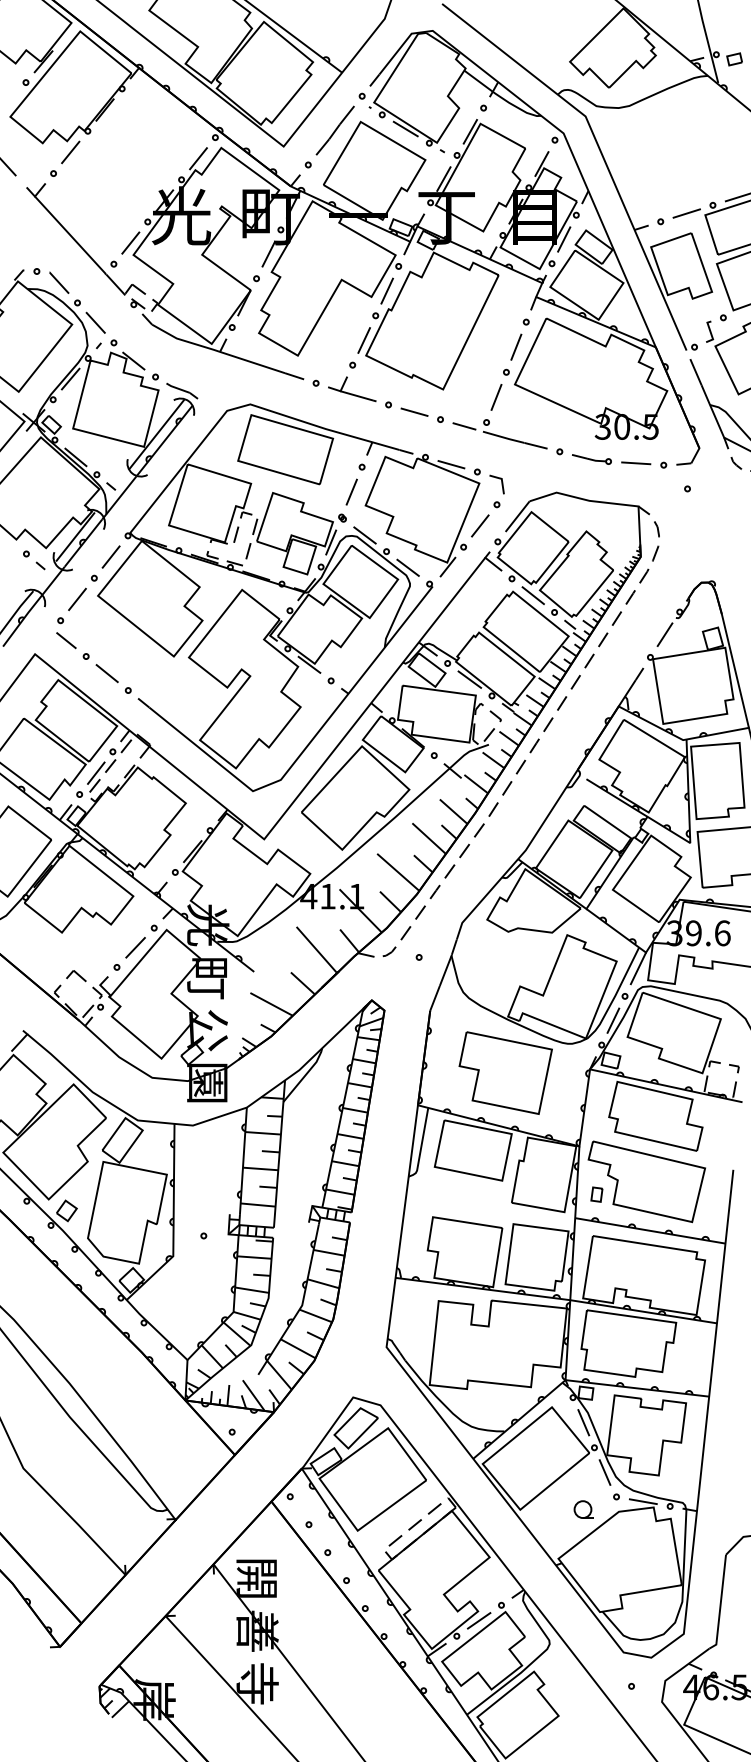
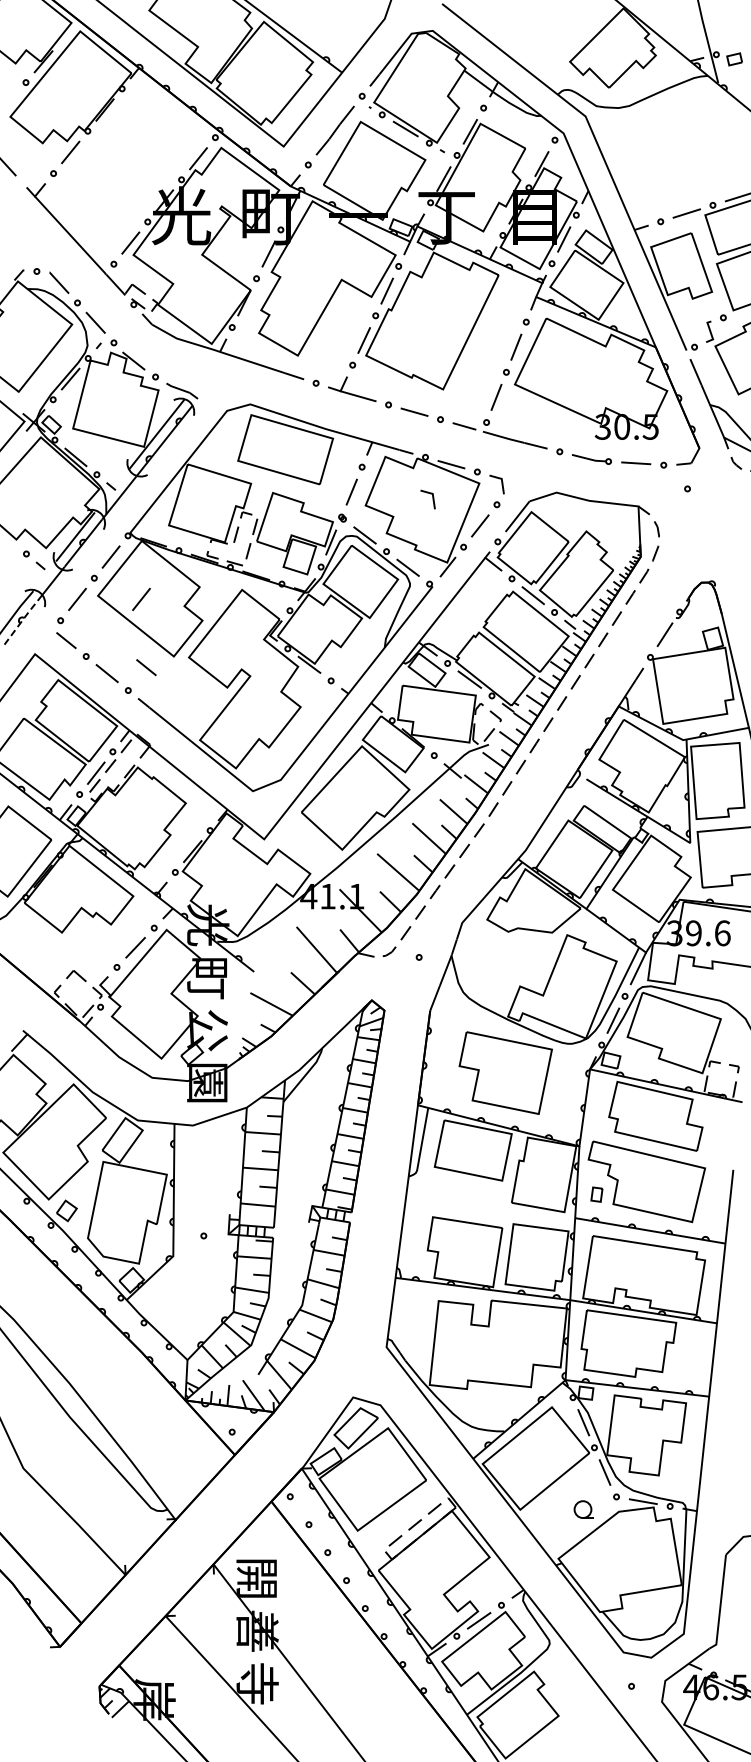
line at (432, 499): none -> present
line at (141, 599): none -> present
line at (22, 620): solid -> dashed
line at (146, 667): none -> present
